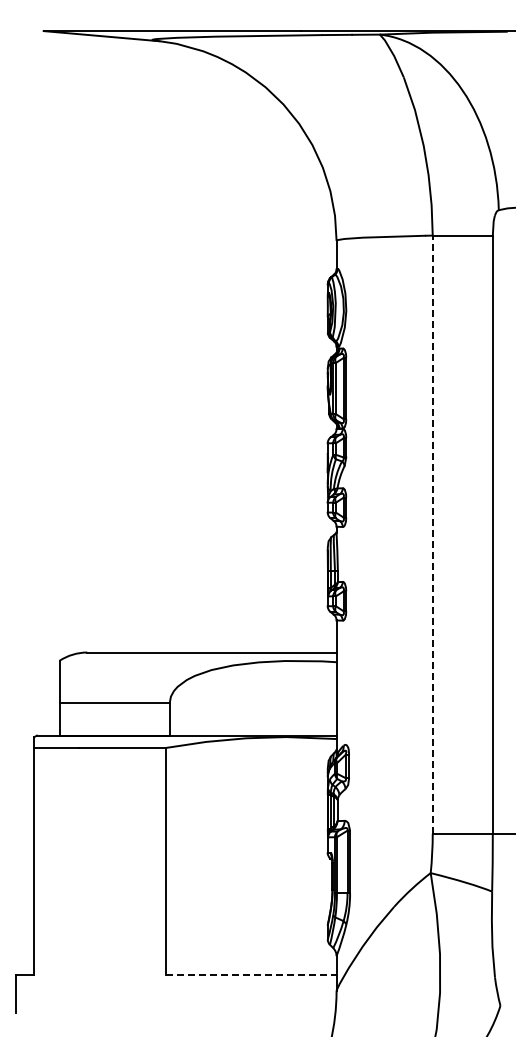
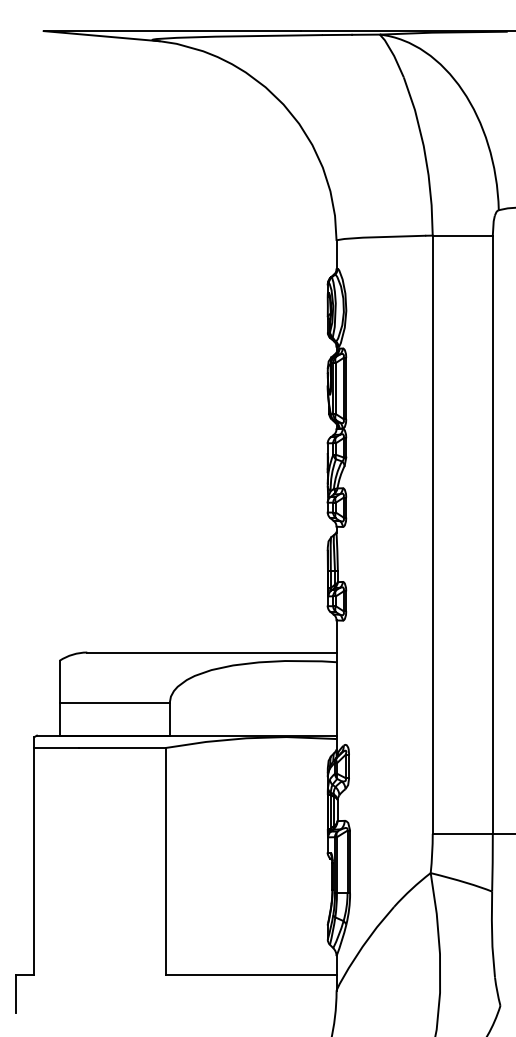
line at (432, 534): dashed -> solid
line at (251, 974): dashed -> solid
